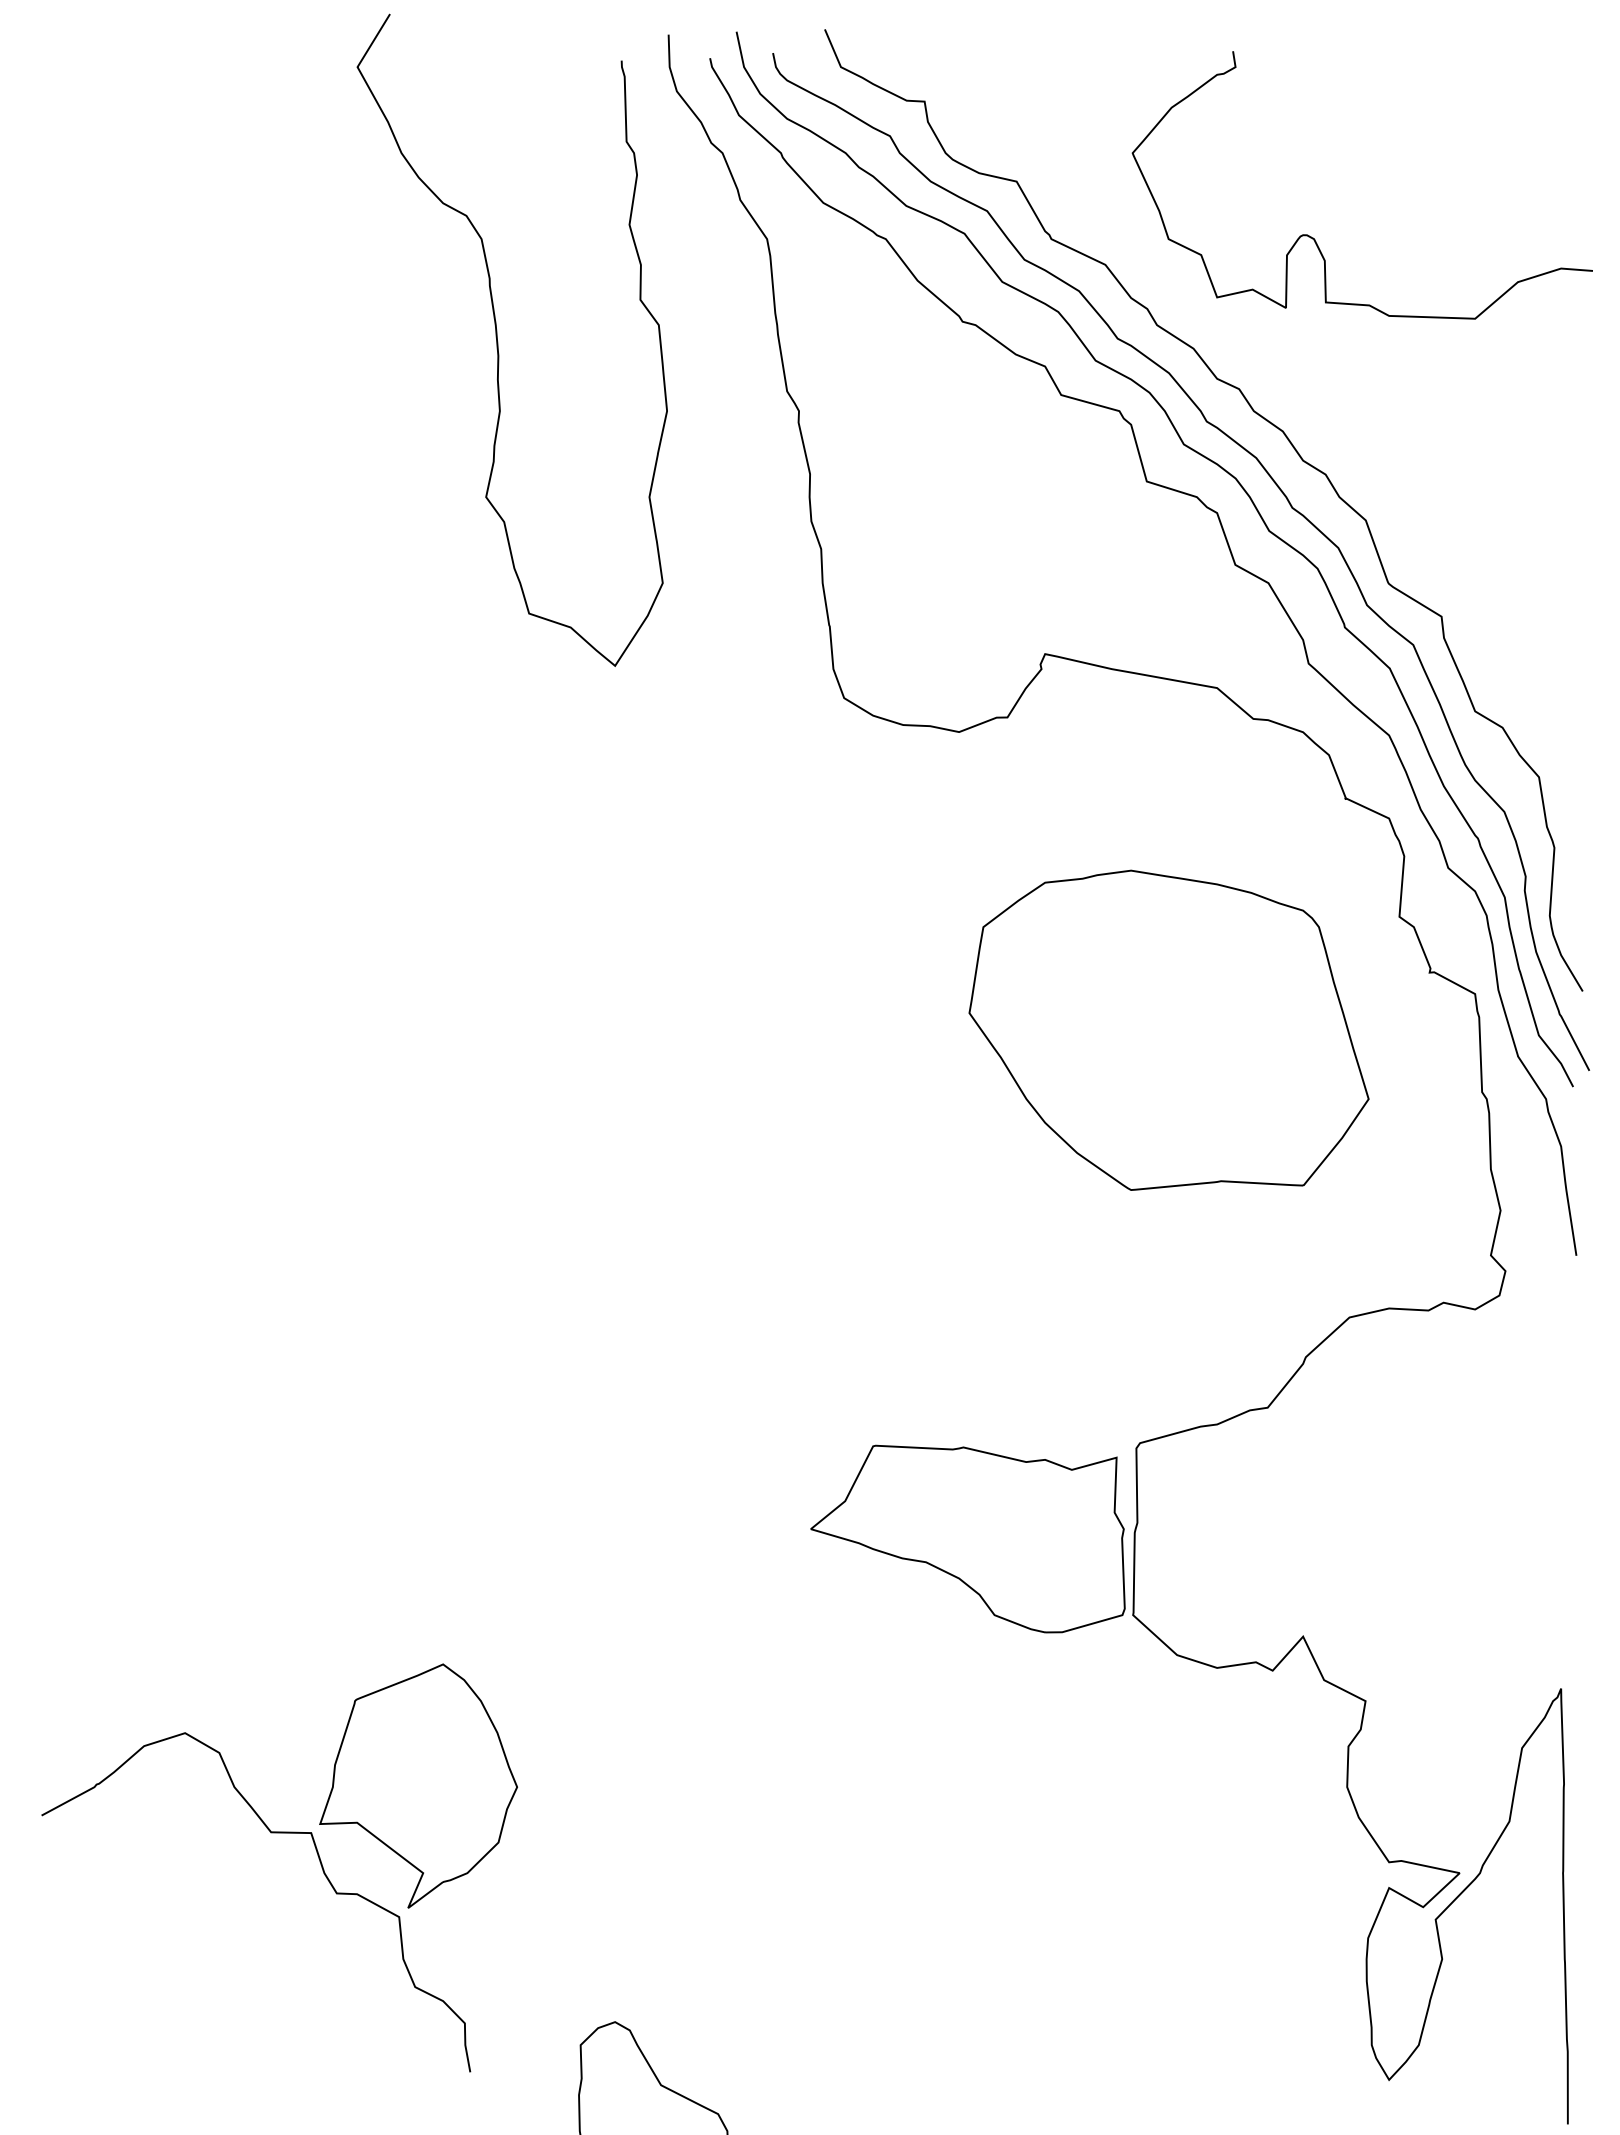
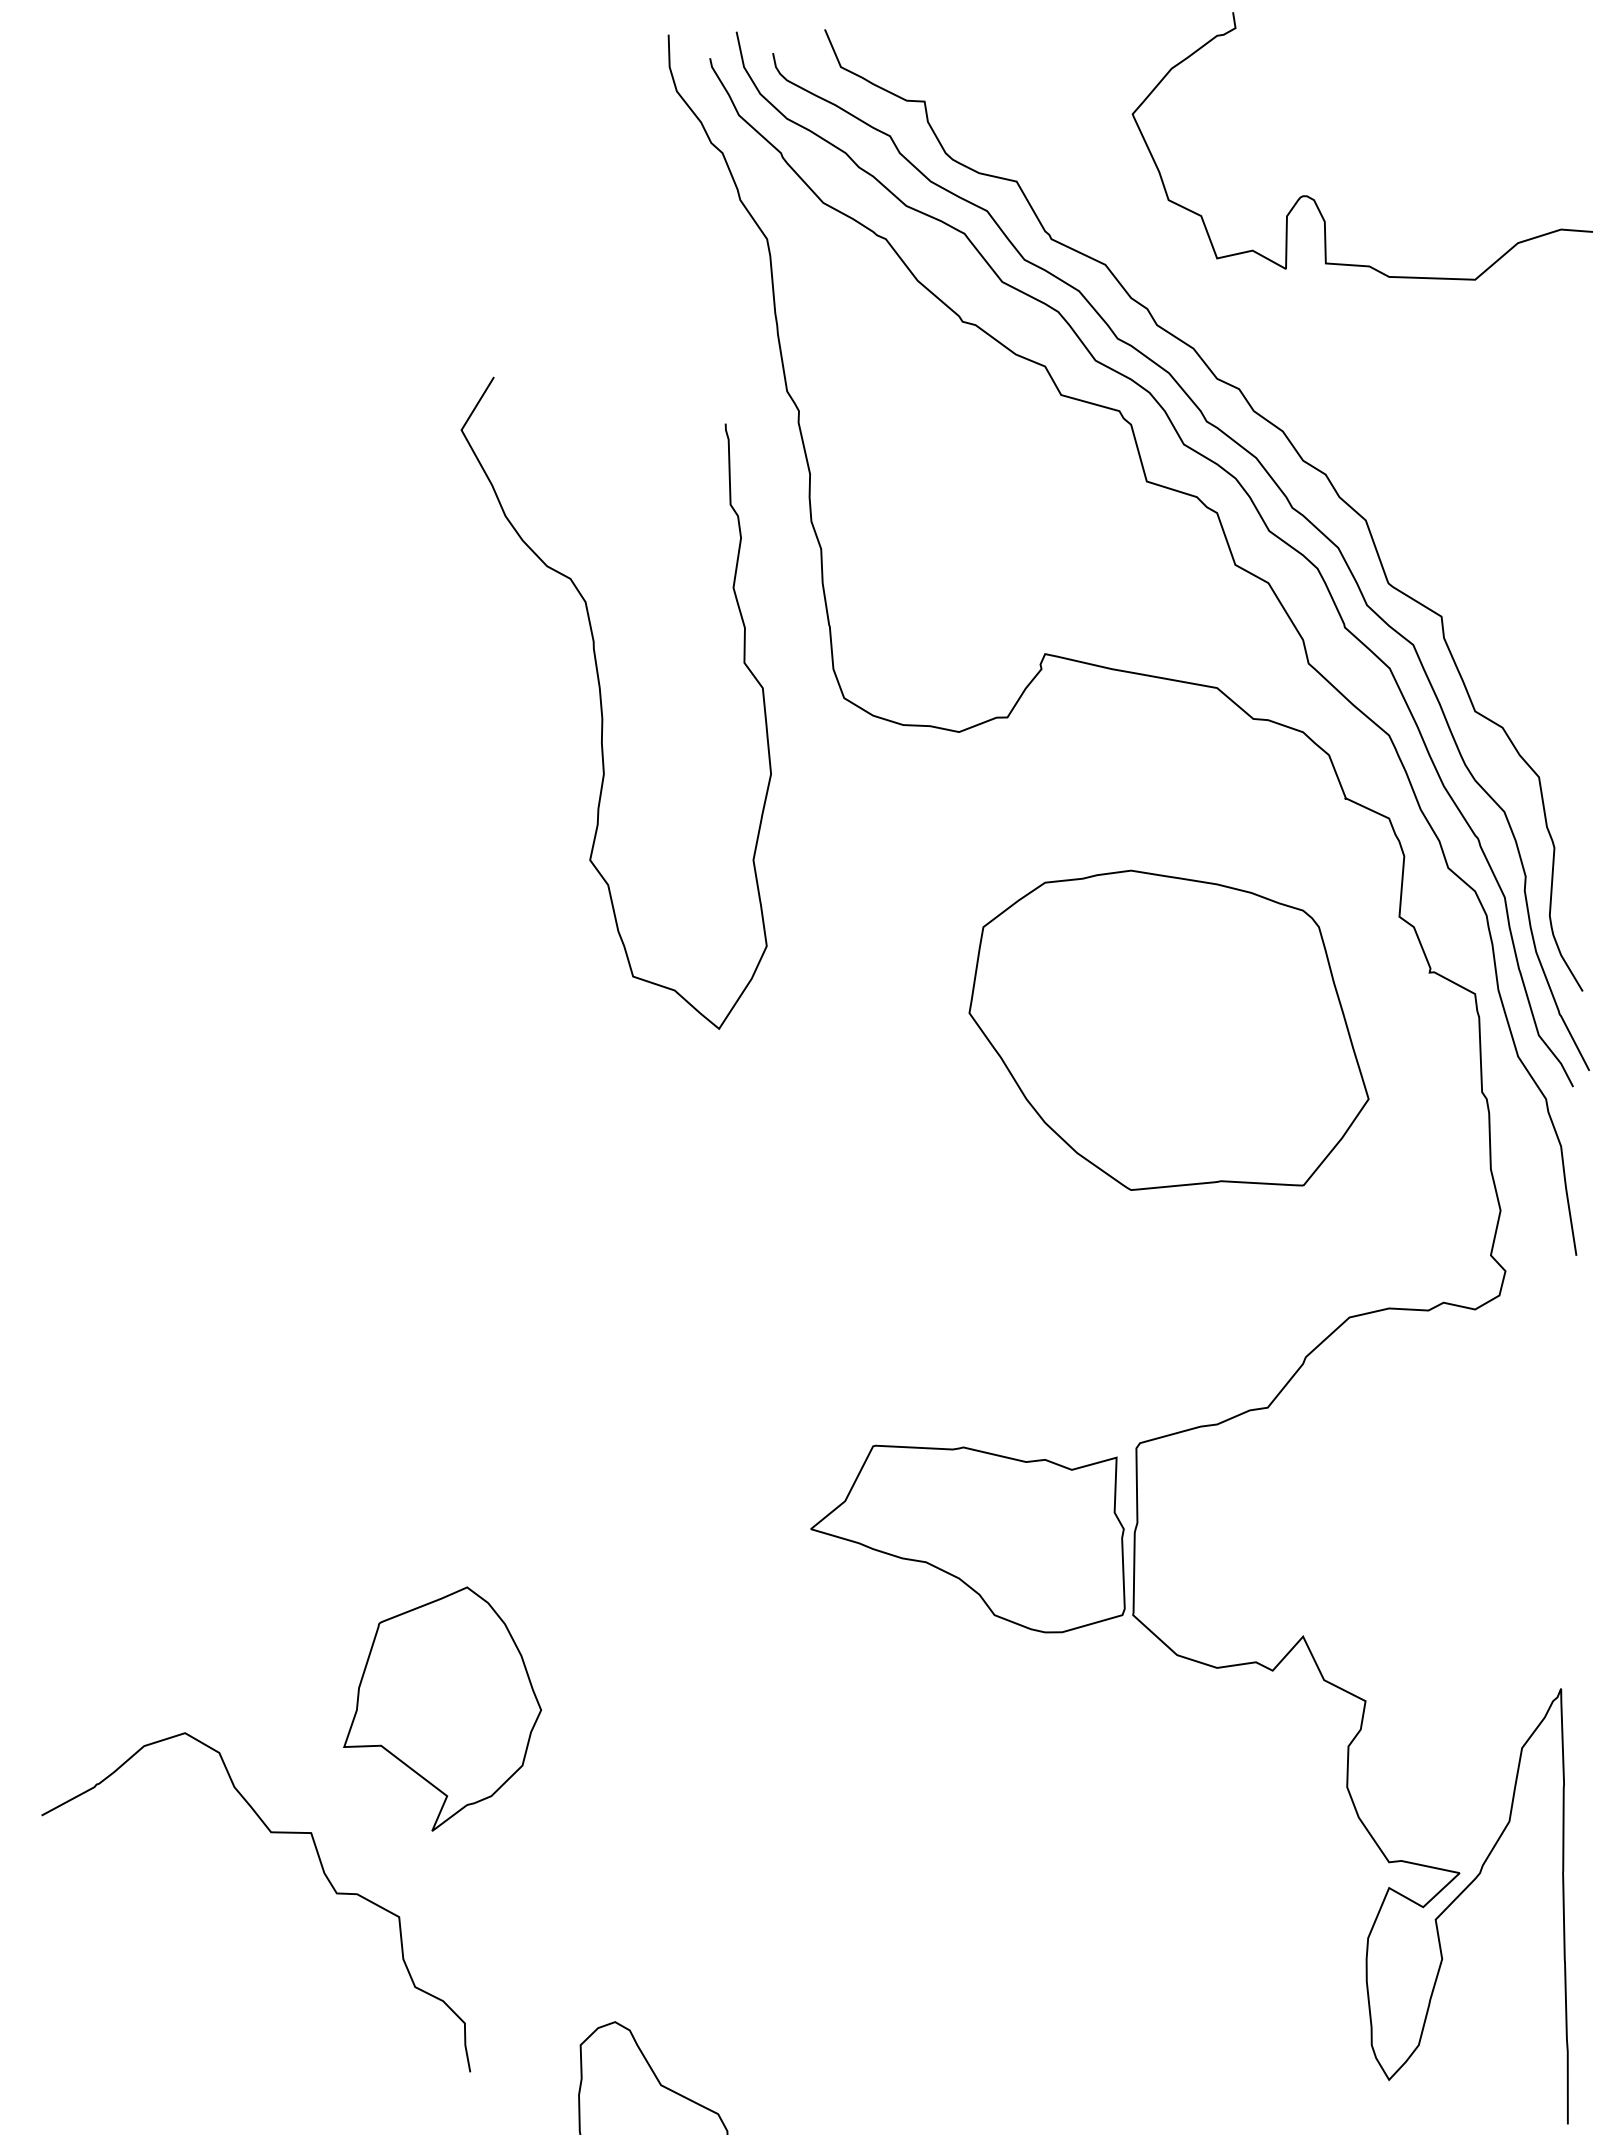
curve at (1313, 237) position: (1313, 237) -> (1313, 198)
curve at (498, 341) position: (498, 341) -> (602, 704)
part at (418, 1785) position: (418, 1785) -> (442, 1708)
